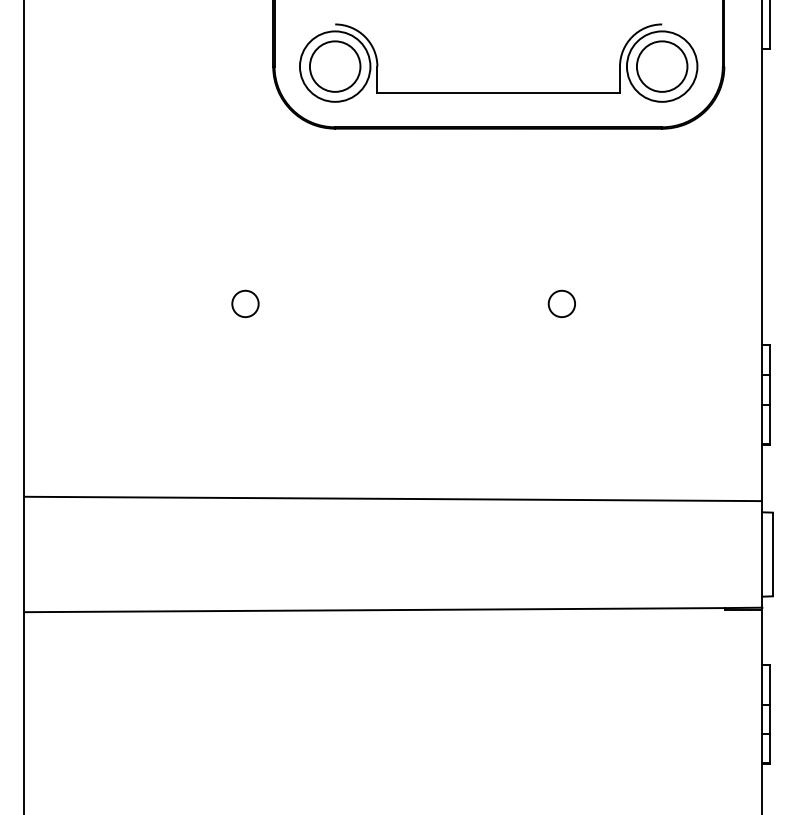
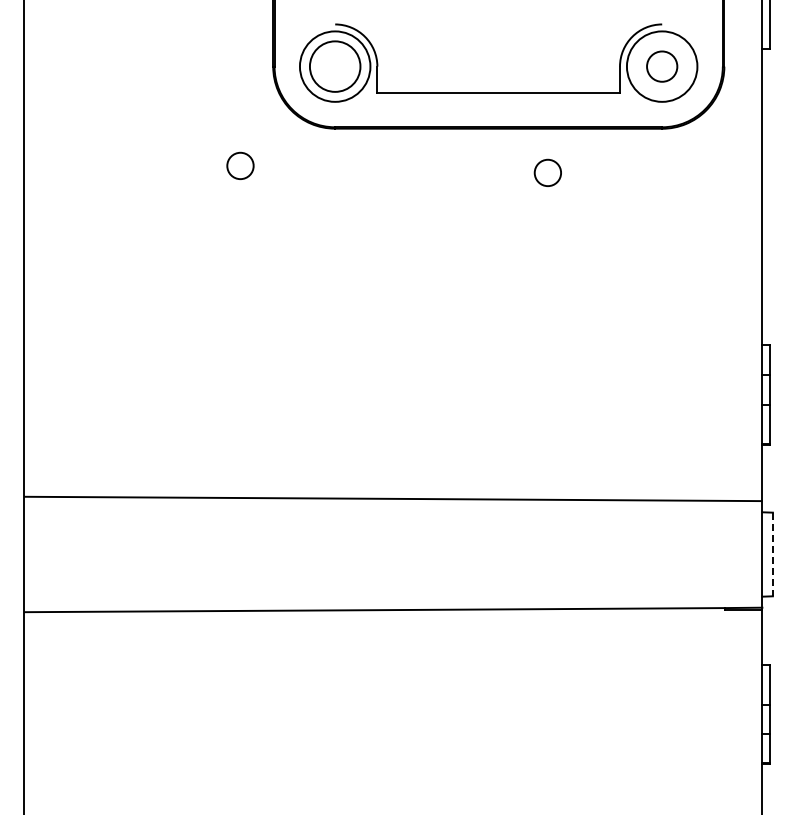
circle at (661, 66) diameter: 51 px -> 30 px
circle at (245, 303) position: (245, 303) -> (240, 165)
circle at (561, 303) position: (561, 303) -> (547, 172)
line at (772, 554): solid -> dashed
